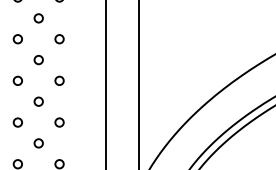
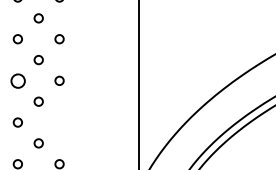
circle at (17, 80) size: 11x11 px -> 16x16 px
line at (105, 84): present -> none
circle at (59, 122): present -> none
